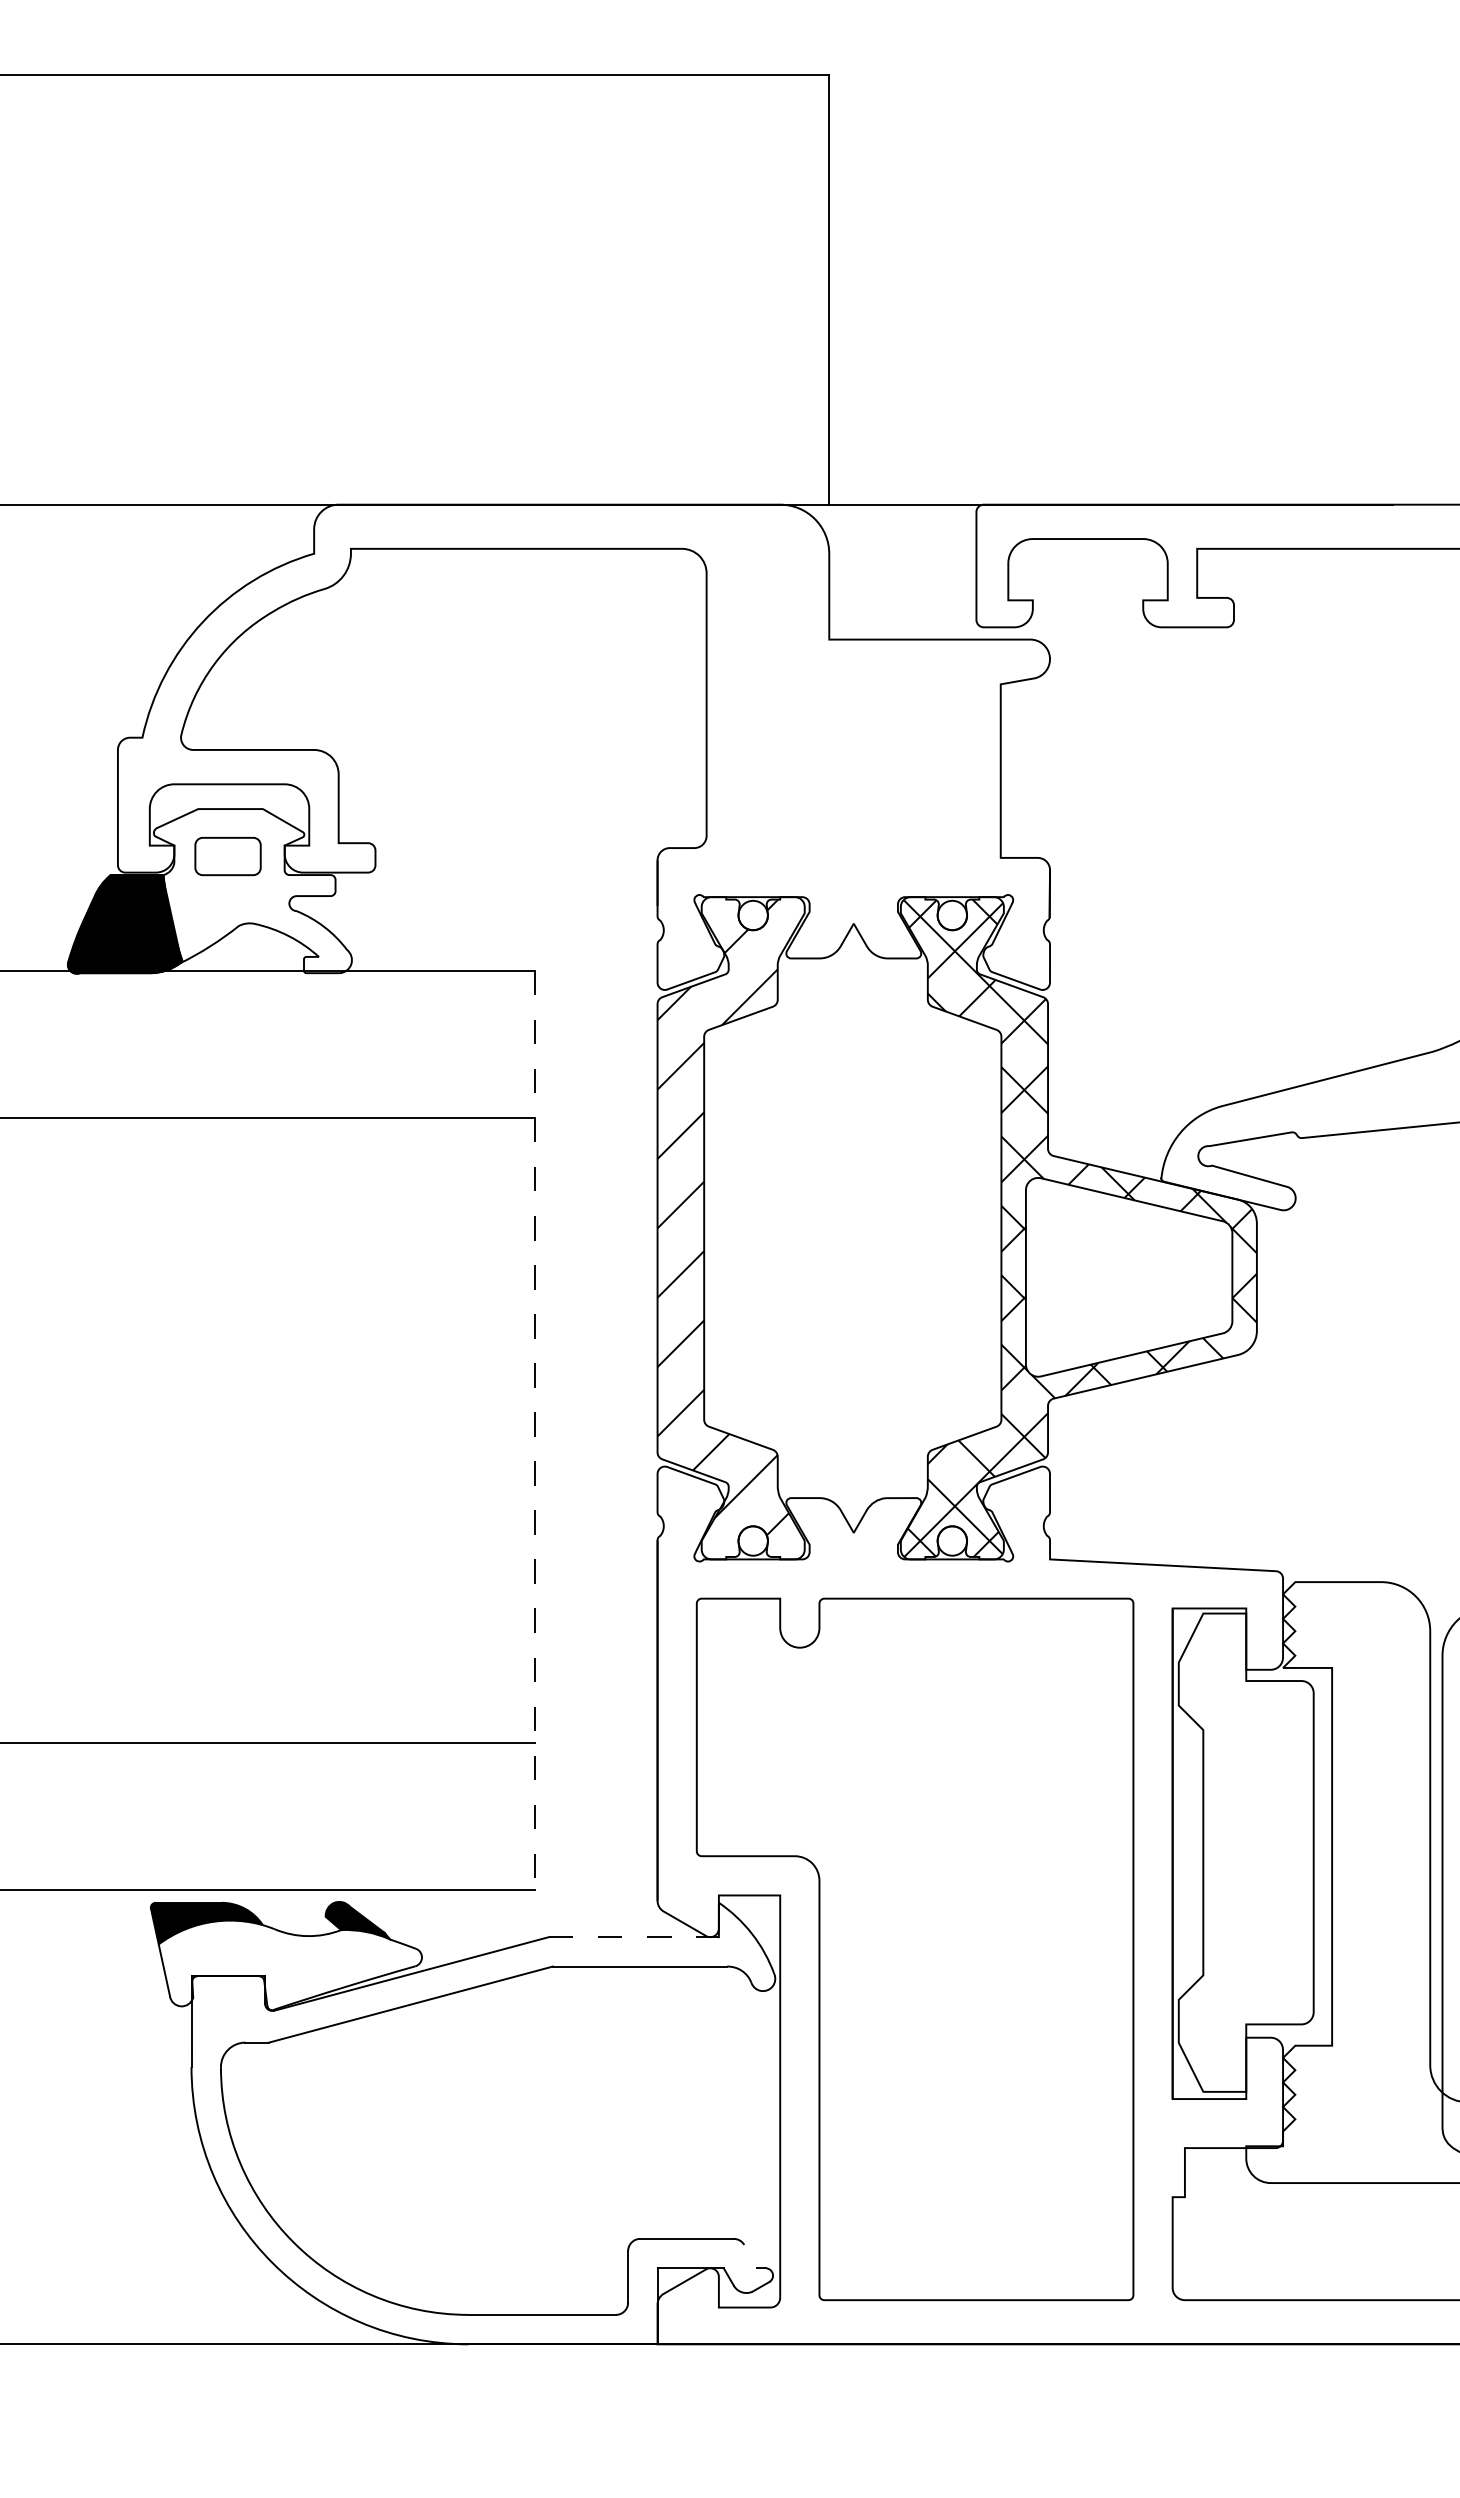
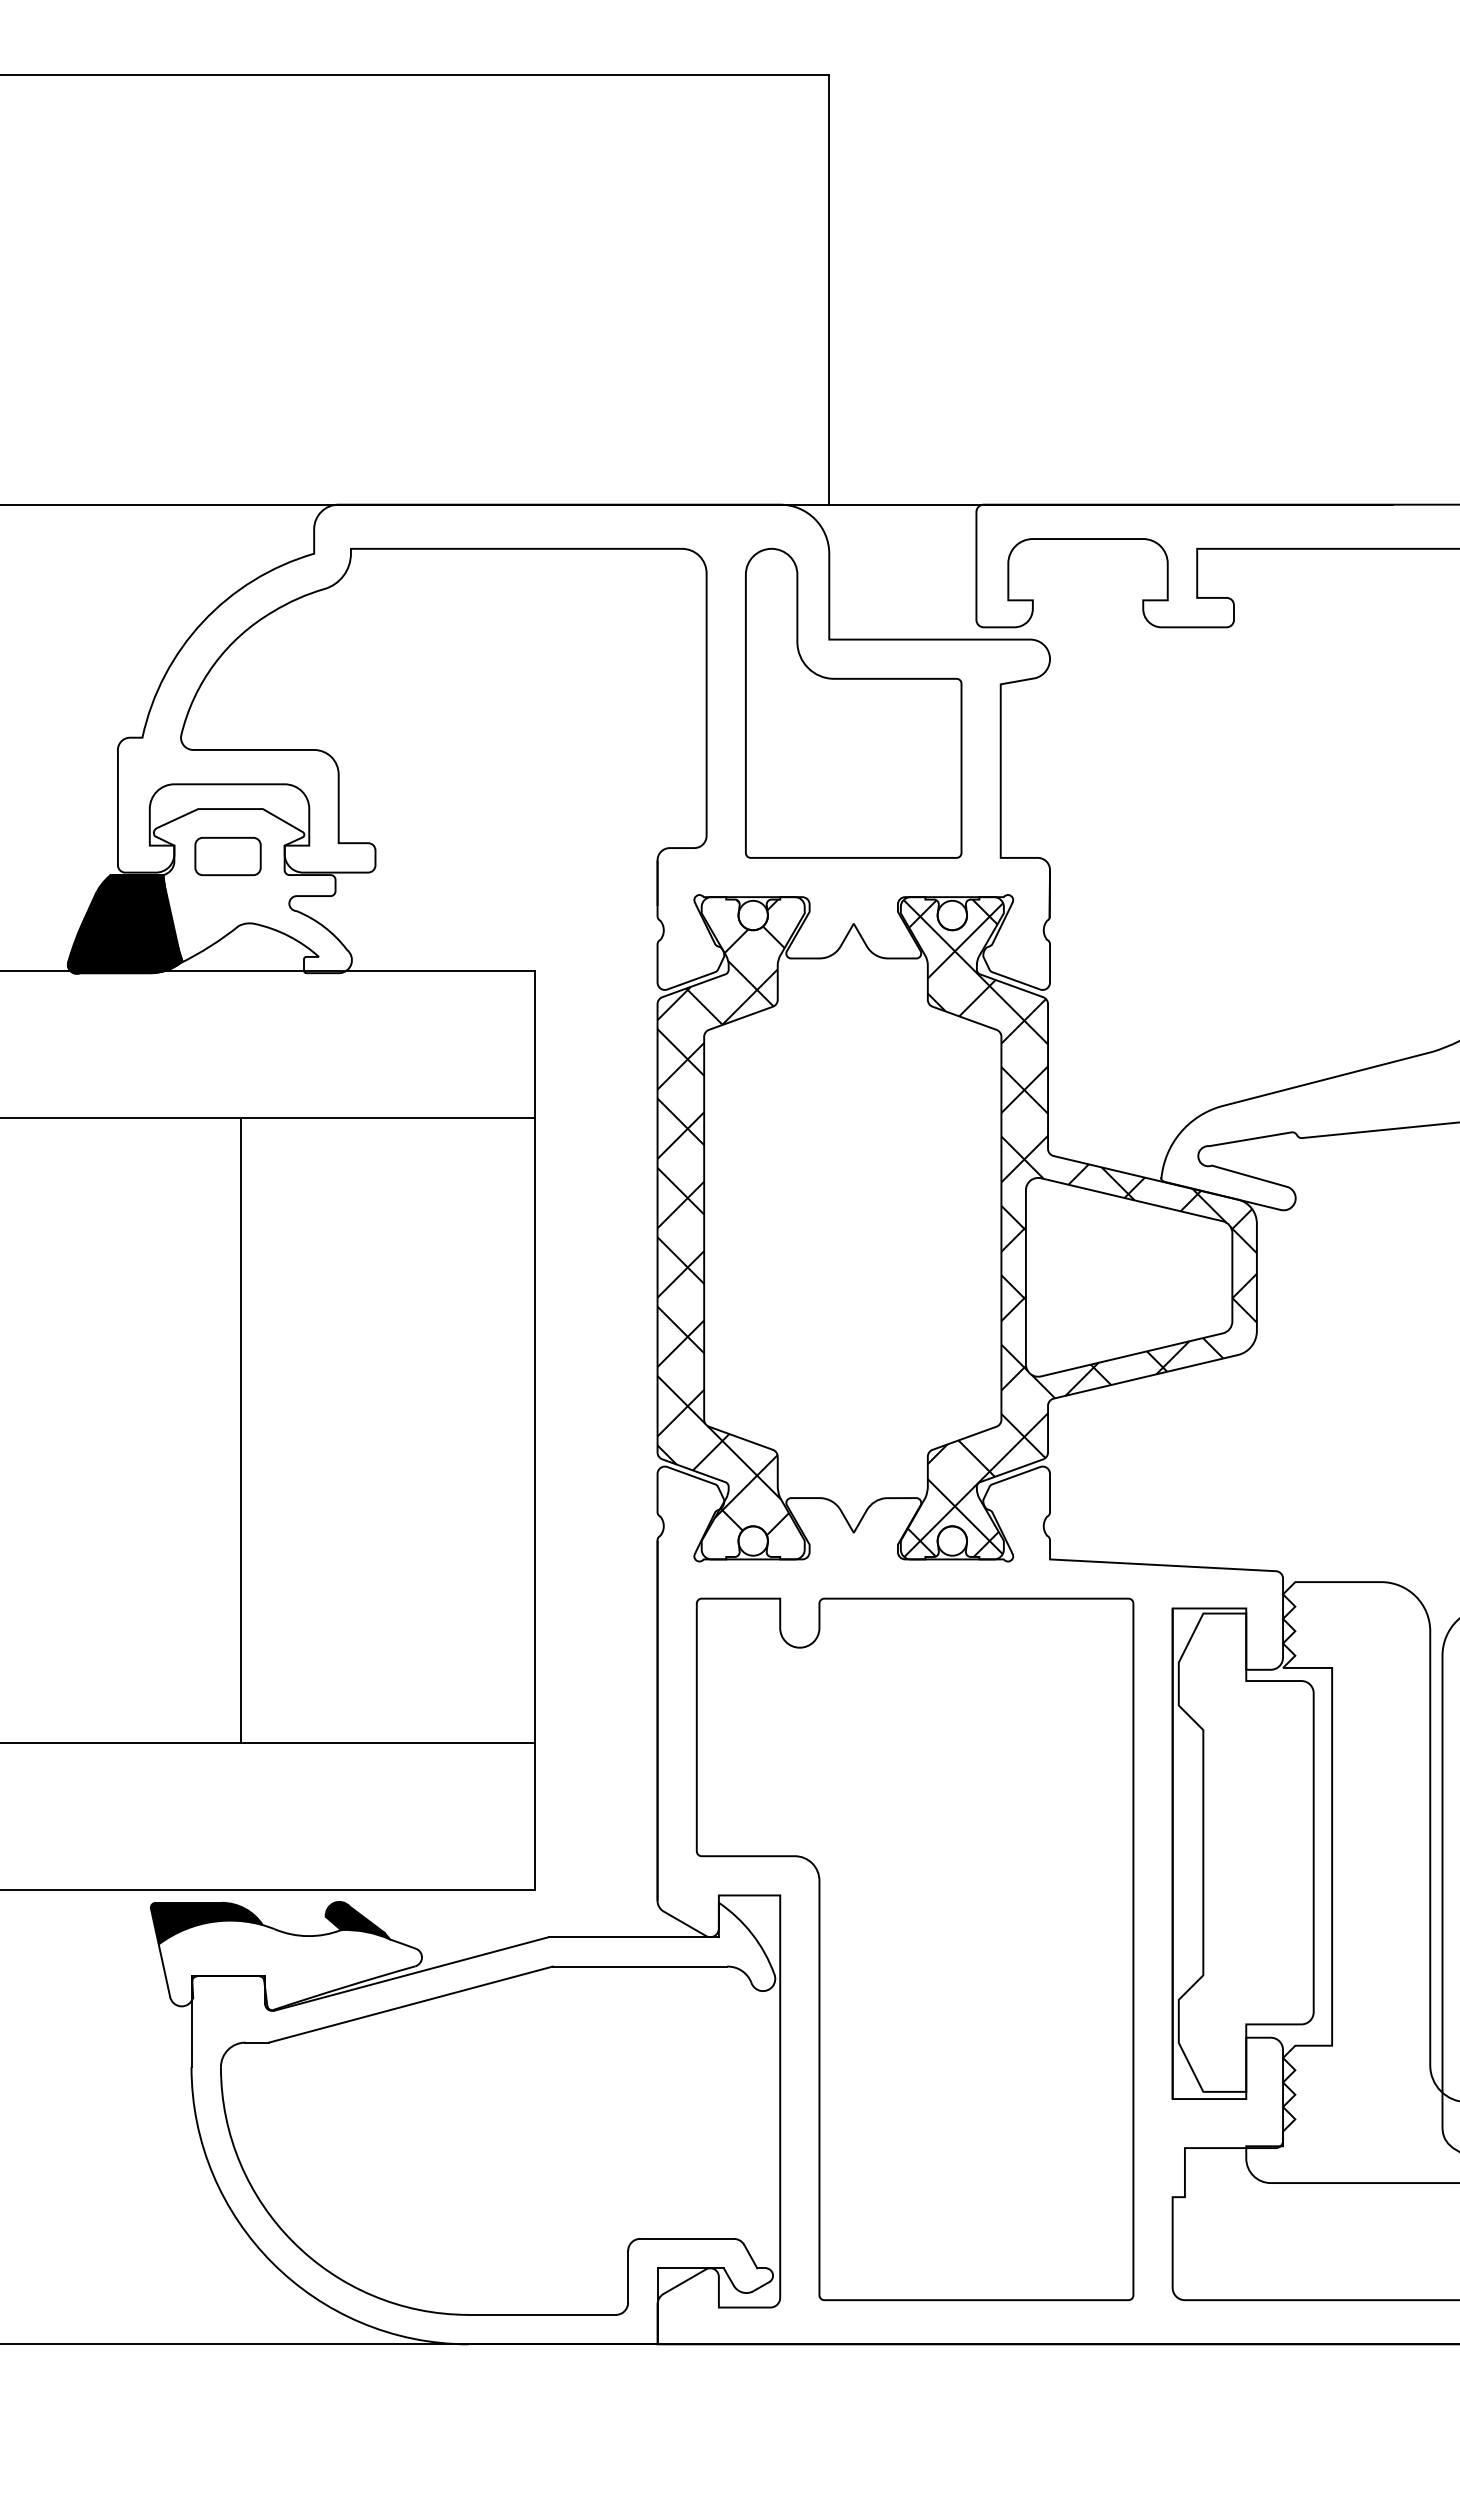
part at (853, 703): none -> present
hatch at (720, 1214): none -> present
line at (240, 1429): none -> present
line at (534, 1430): dashed -> solid
line at (633, 1937): dashed -> solid
line at (750, 2256): none -> present
